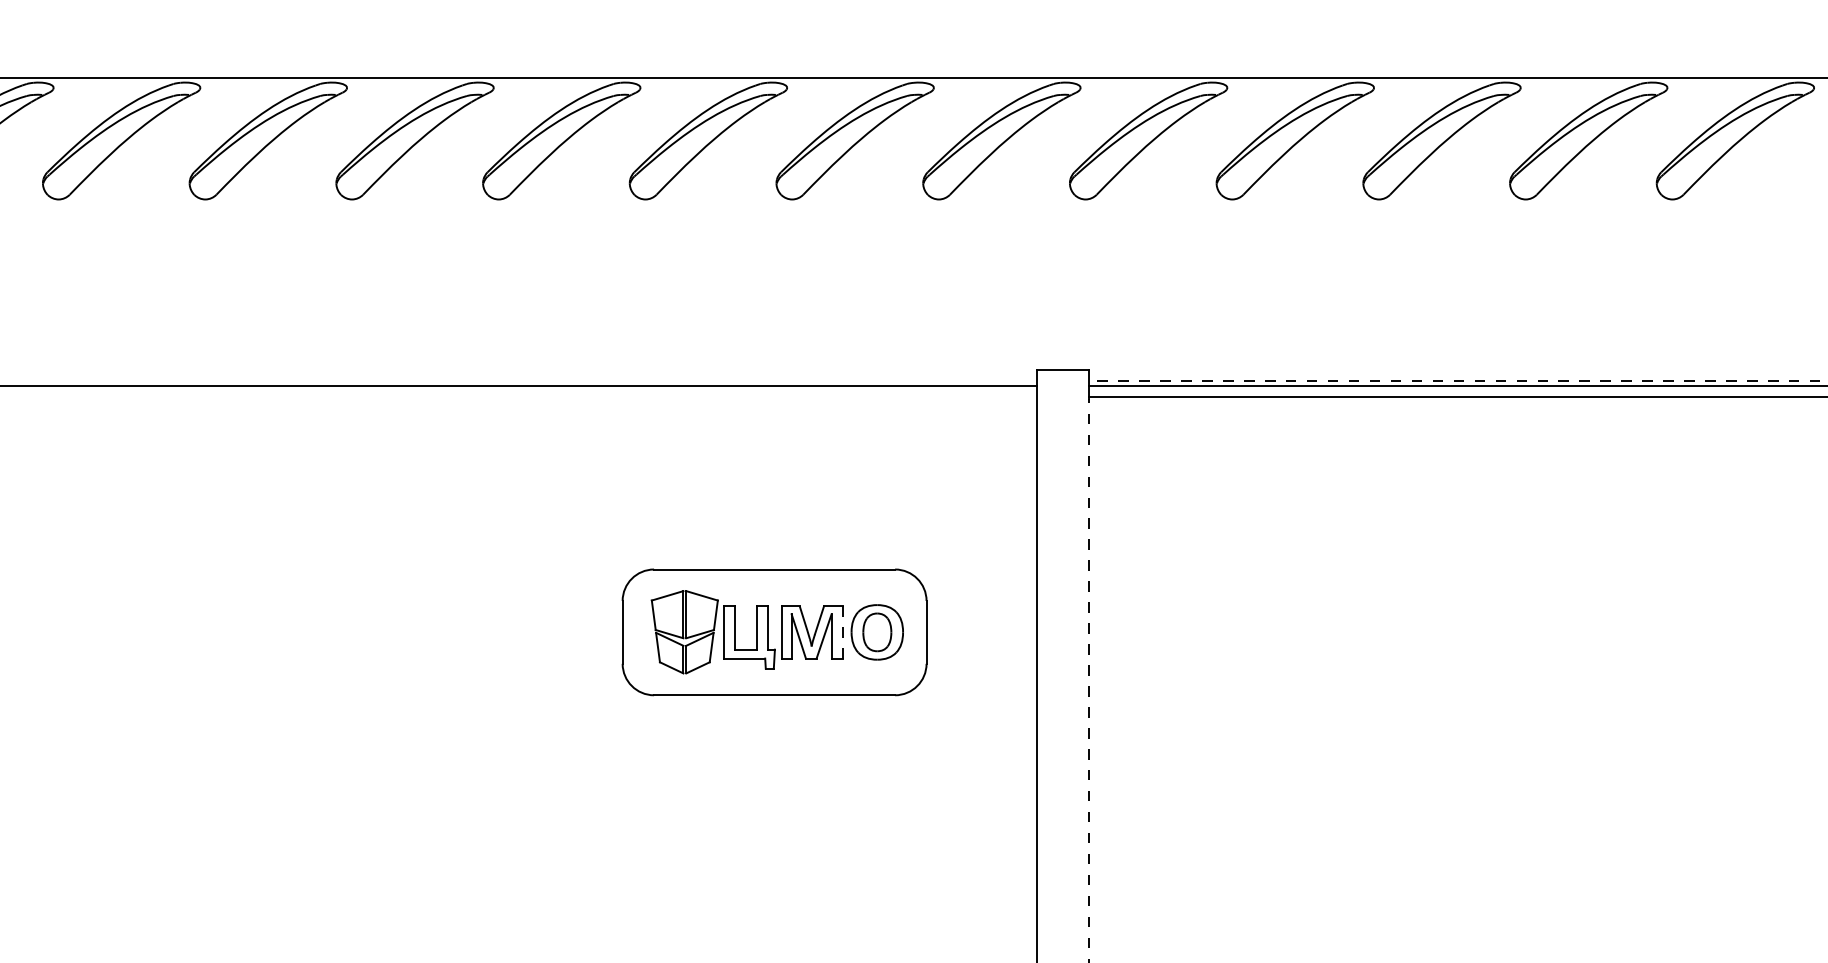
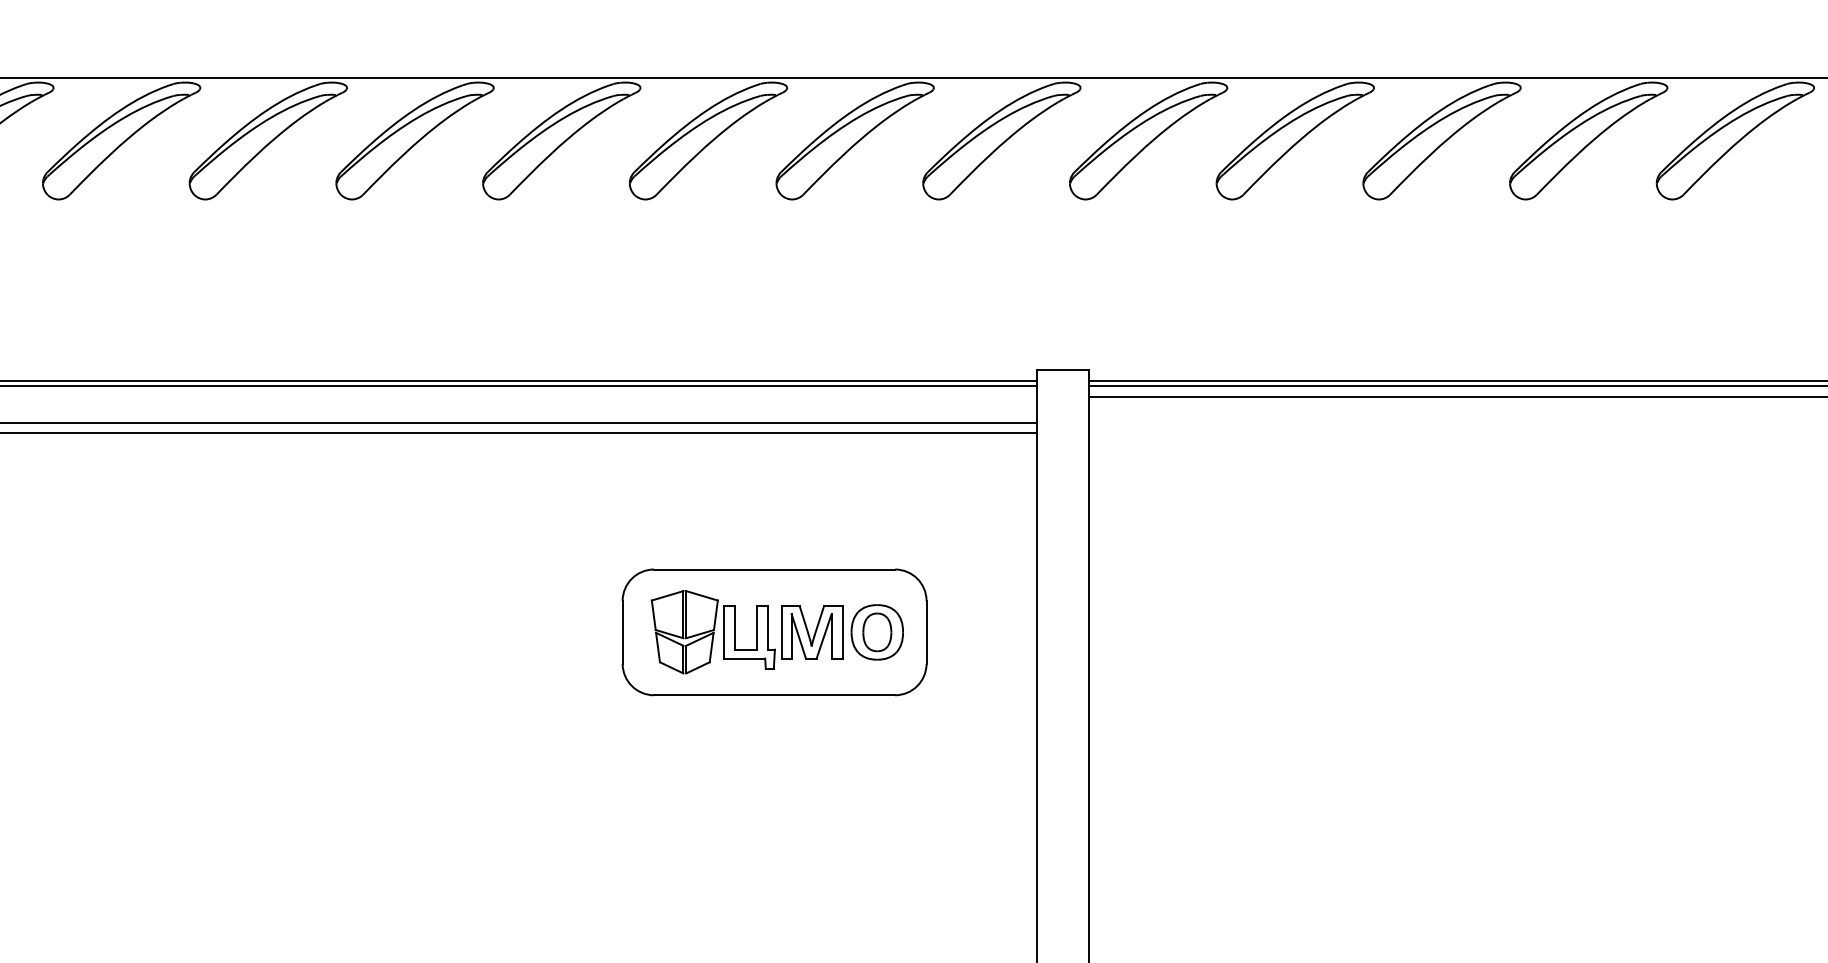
line at (519, 381): none -> present
line at (1457, 381): dashed -> solid
line at (519, 422): none -> present
line at (519, 433): none -> present
line at (842, 631): dashed -> solid
line at (1088, 679): dashed -> solid
